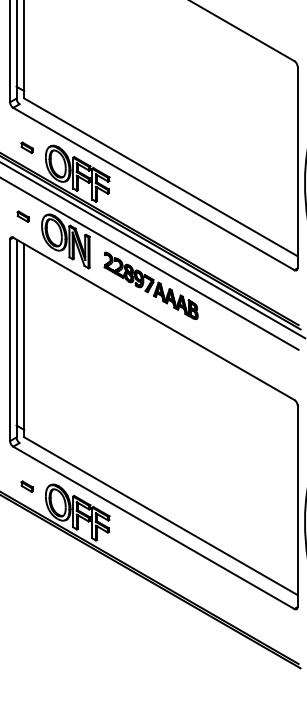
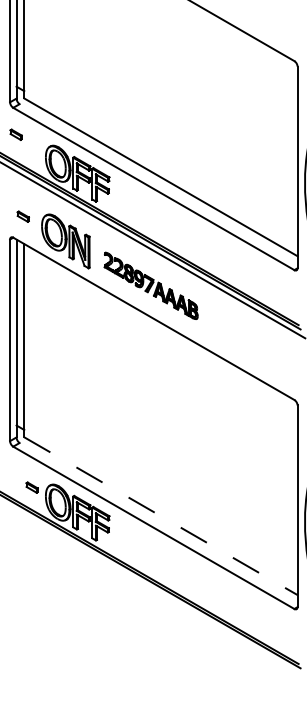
part at (26, 147) position: (26, 147) -> (15, 134)
line at (150, 263): present -> none
part at (26, 486) position: (26, 486) -> (31, 487)
line at (160, 516): solid -> dashed
